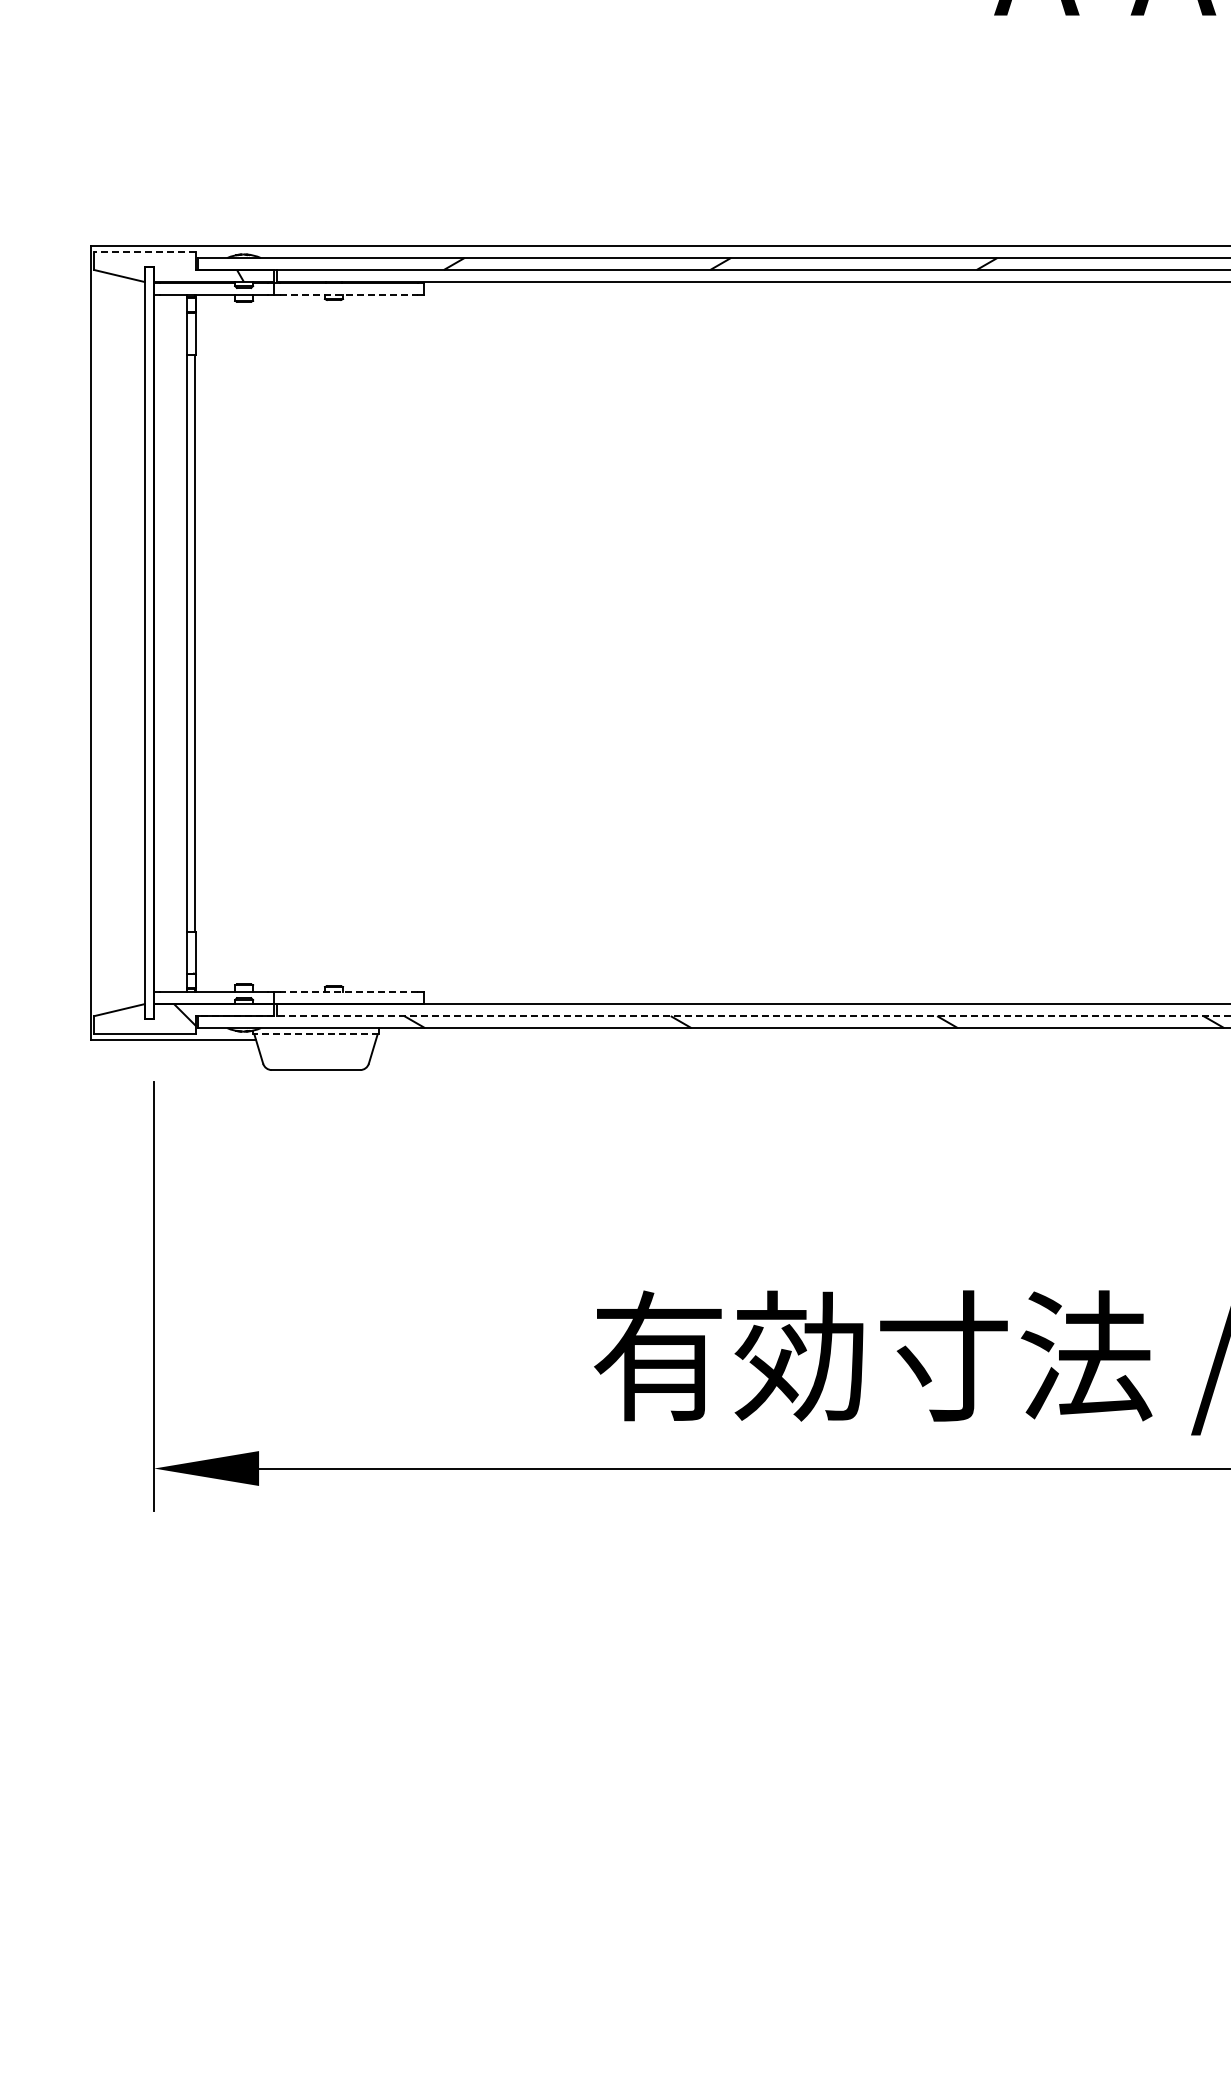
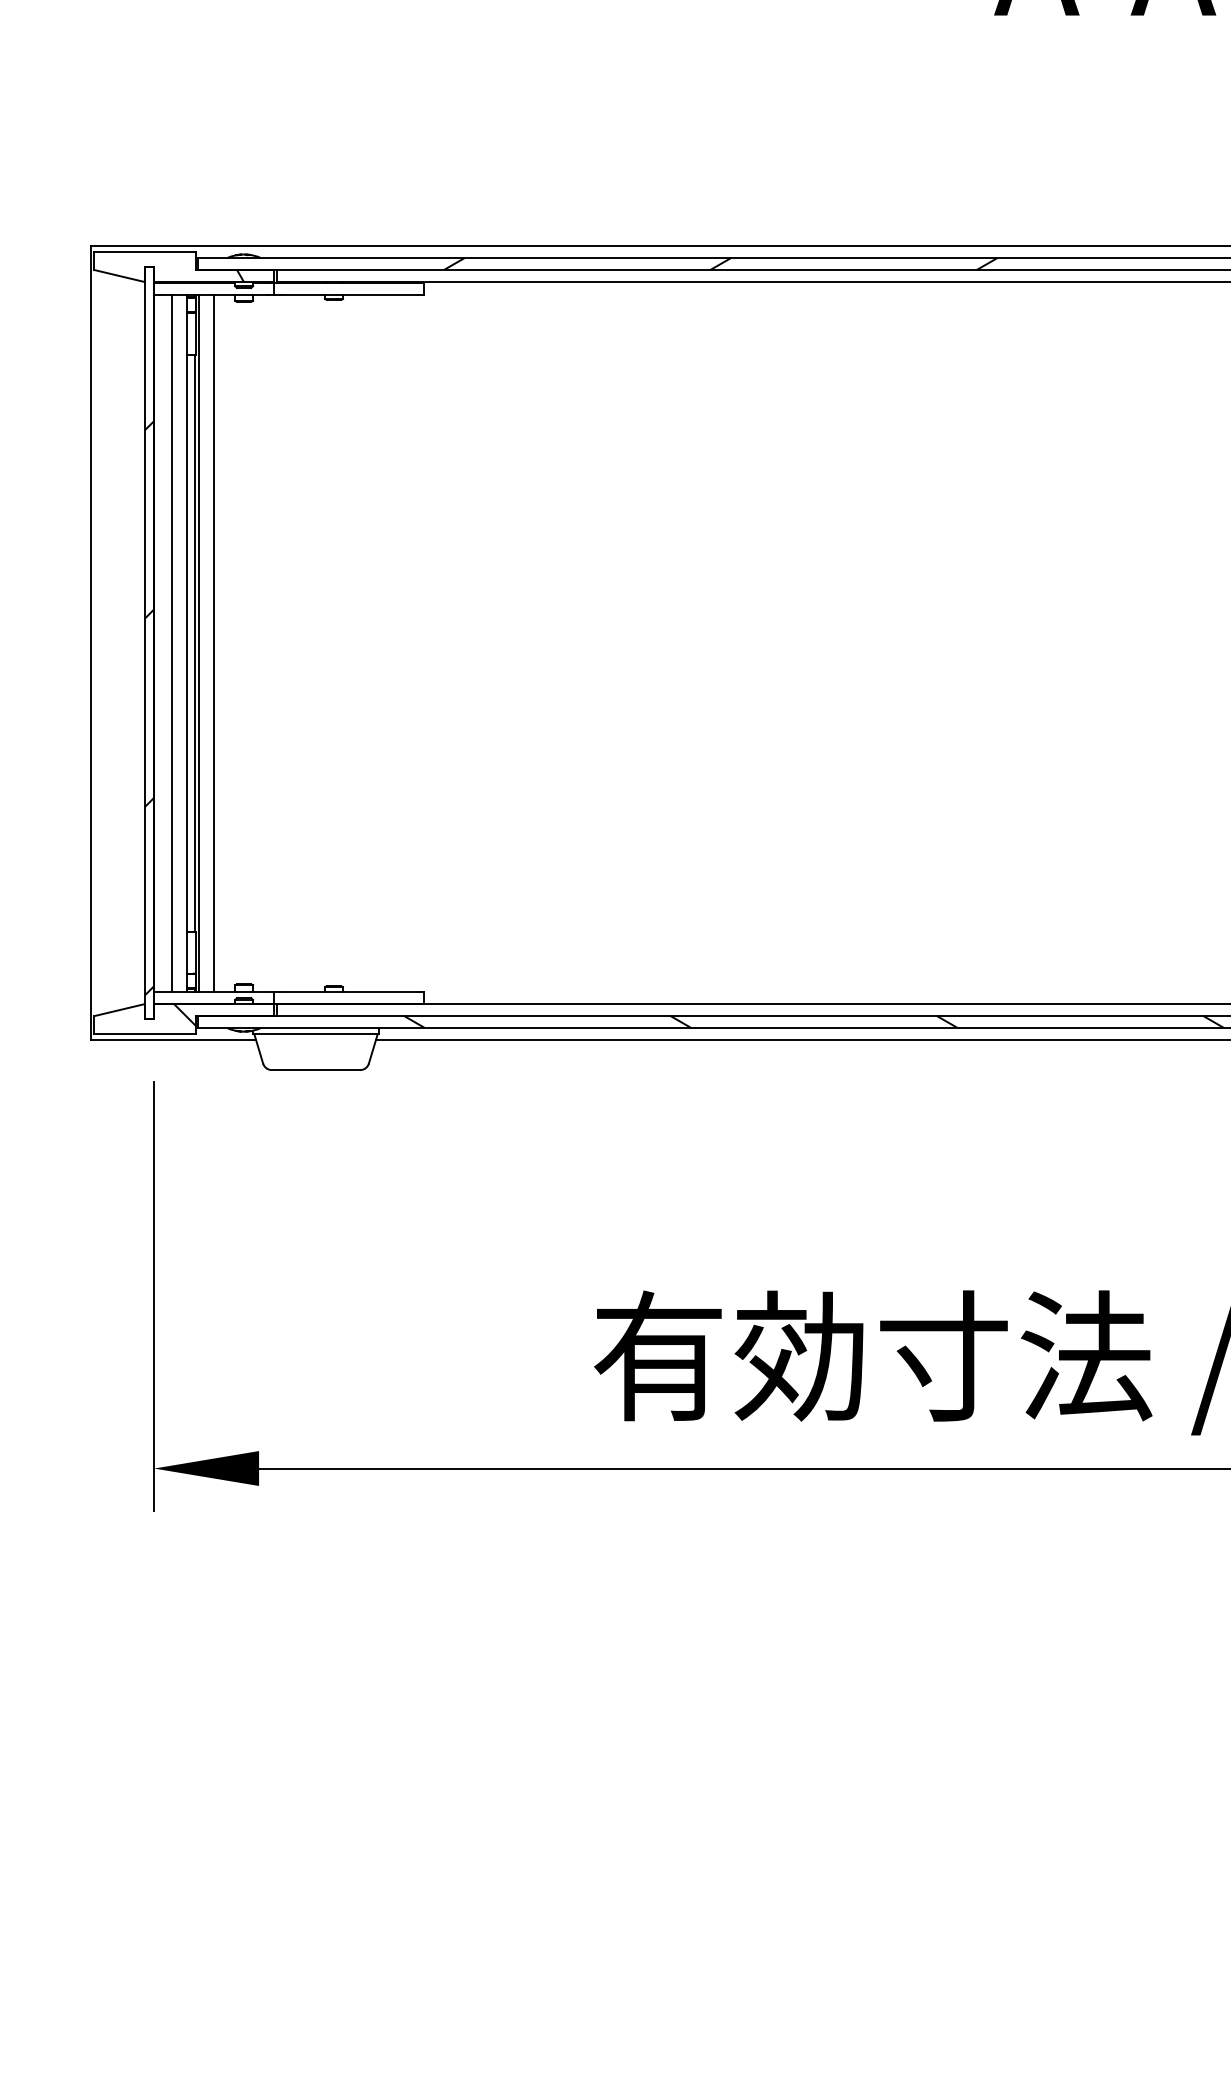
line at (145, 252): dashed -> solid
line at (348, 294): dashed -> solid
line at (172, 642): none -> present
line at (199, 642): none -> present
line at (214, 642): none -> present
hatch at (148, 708): none -> present
line at (348, 991): dashed -> solid
line at (713, 1016): dashed -> solid
line at (316, 1034): dashed -> solid
line at (801, 1040): none -> present
